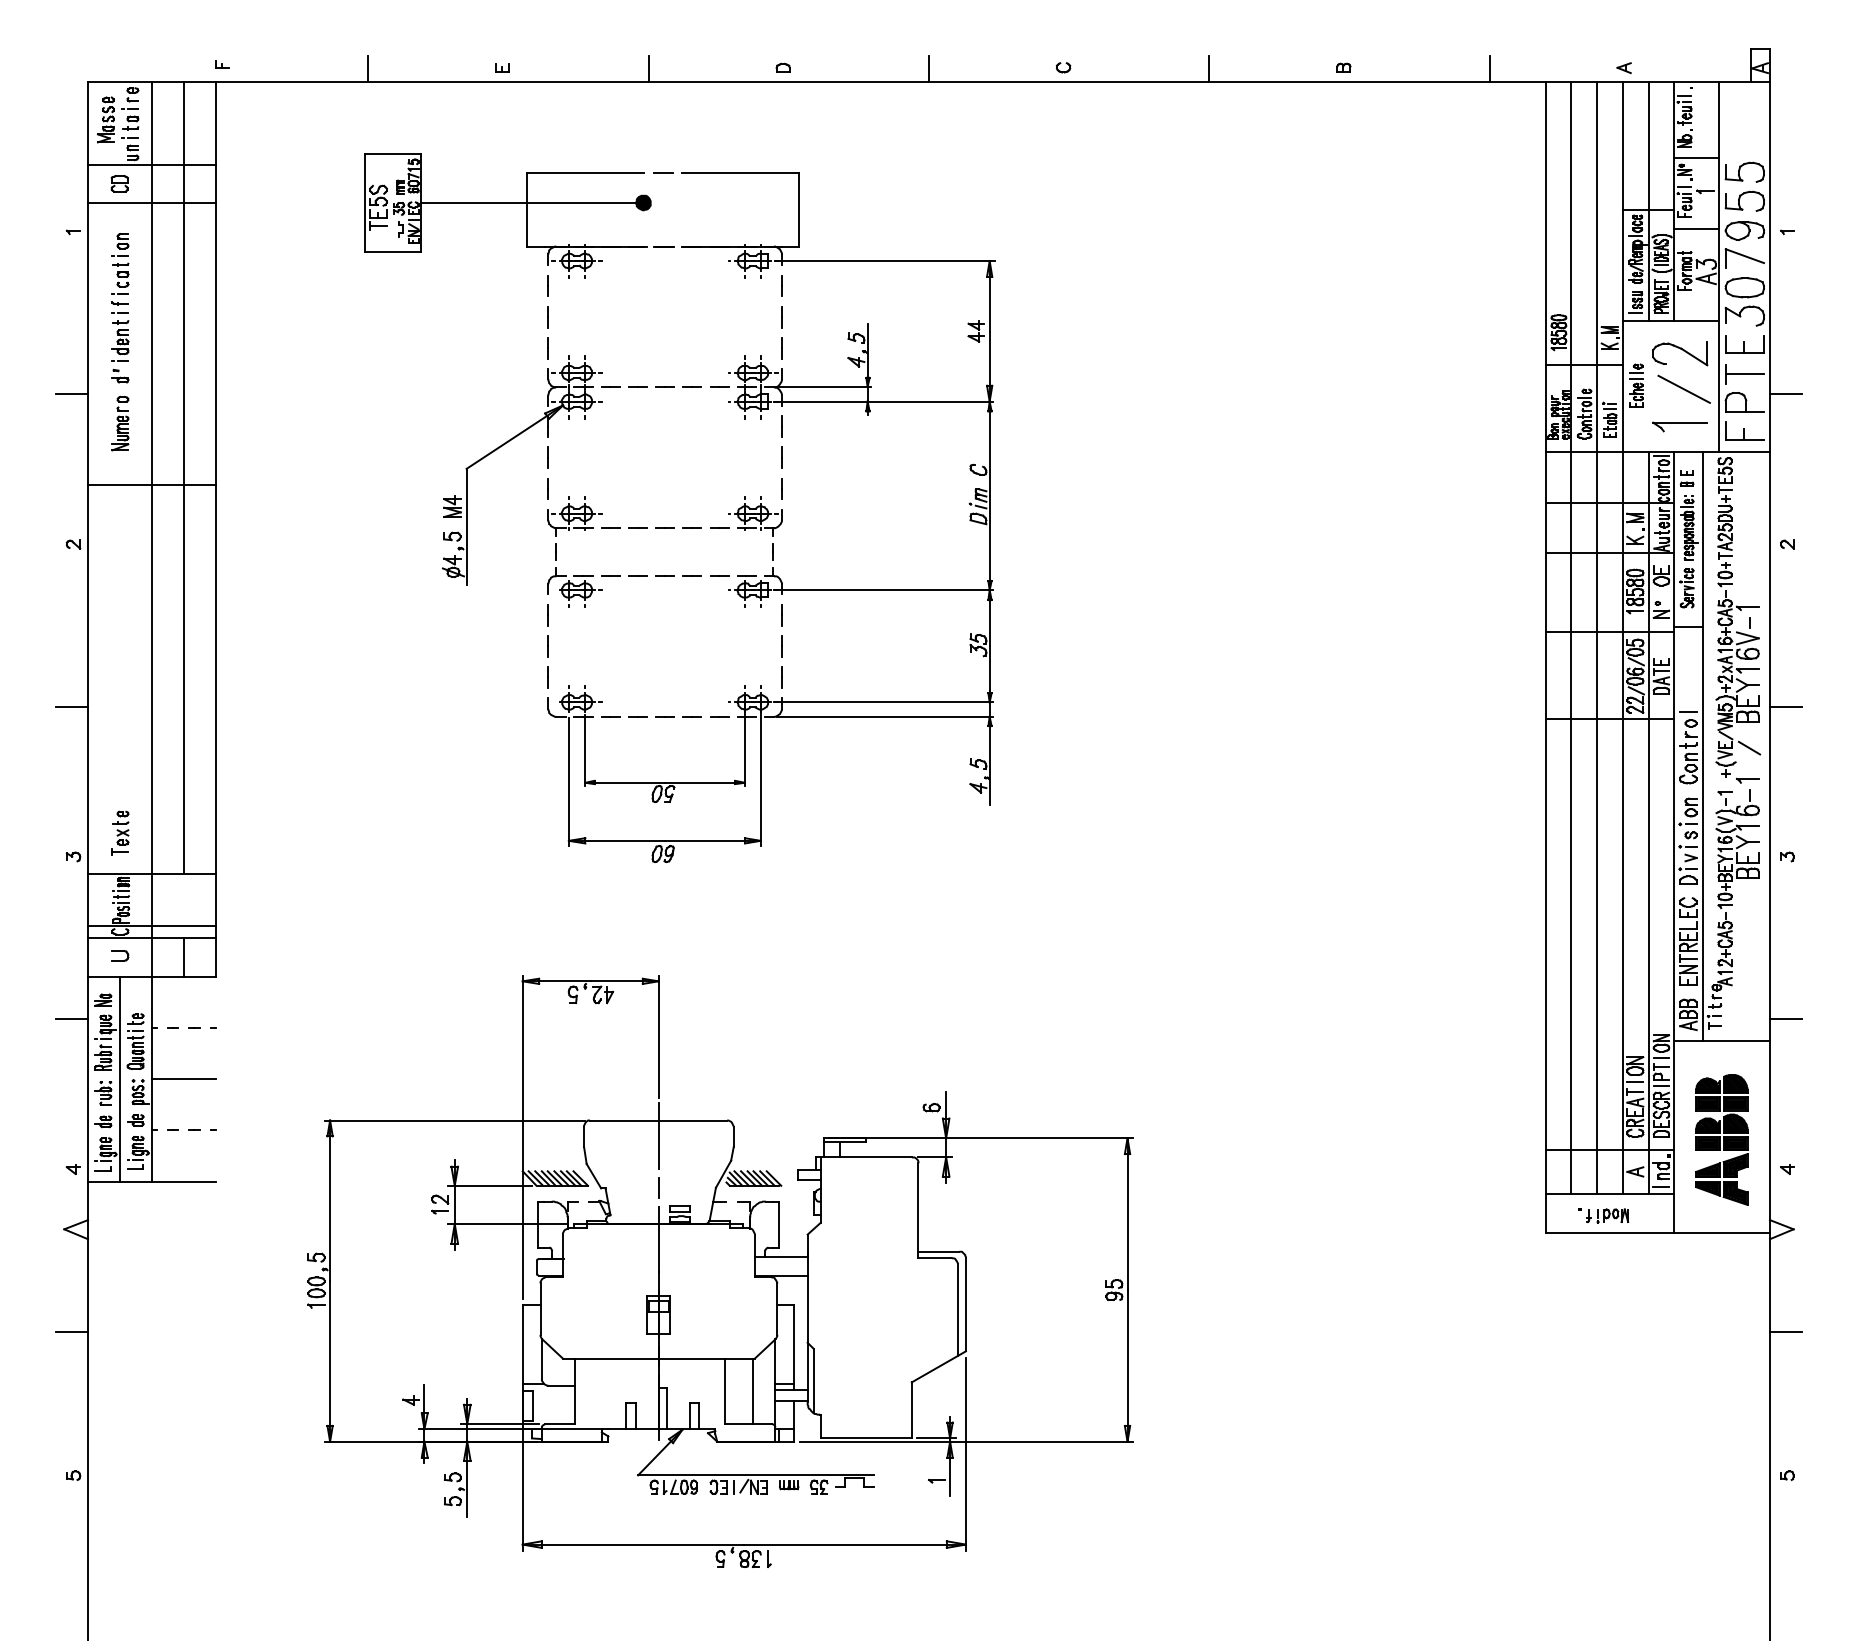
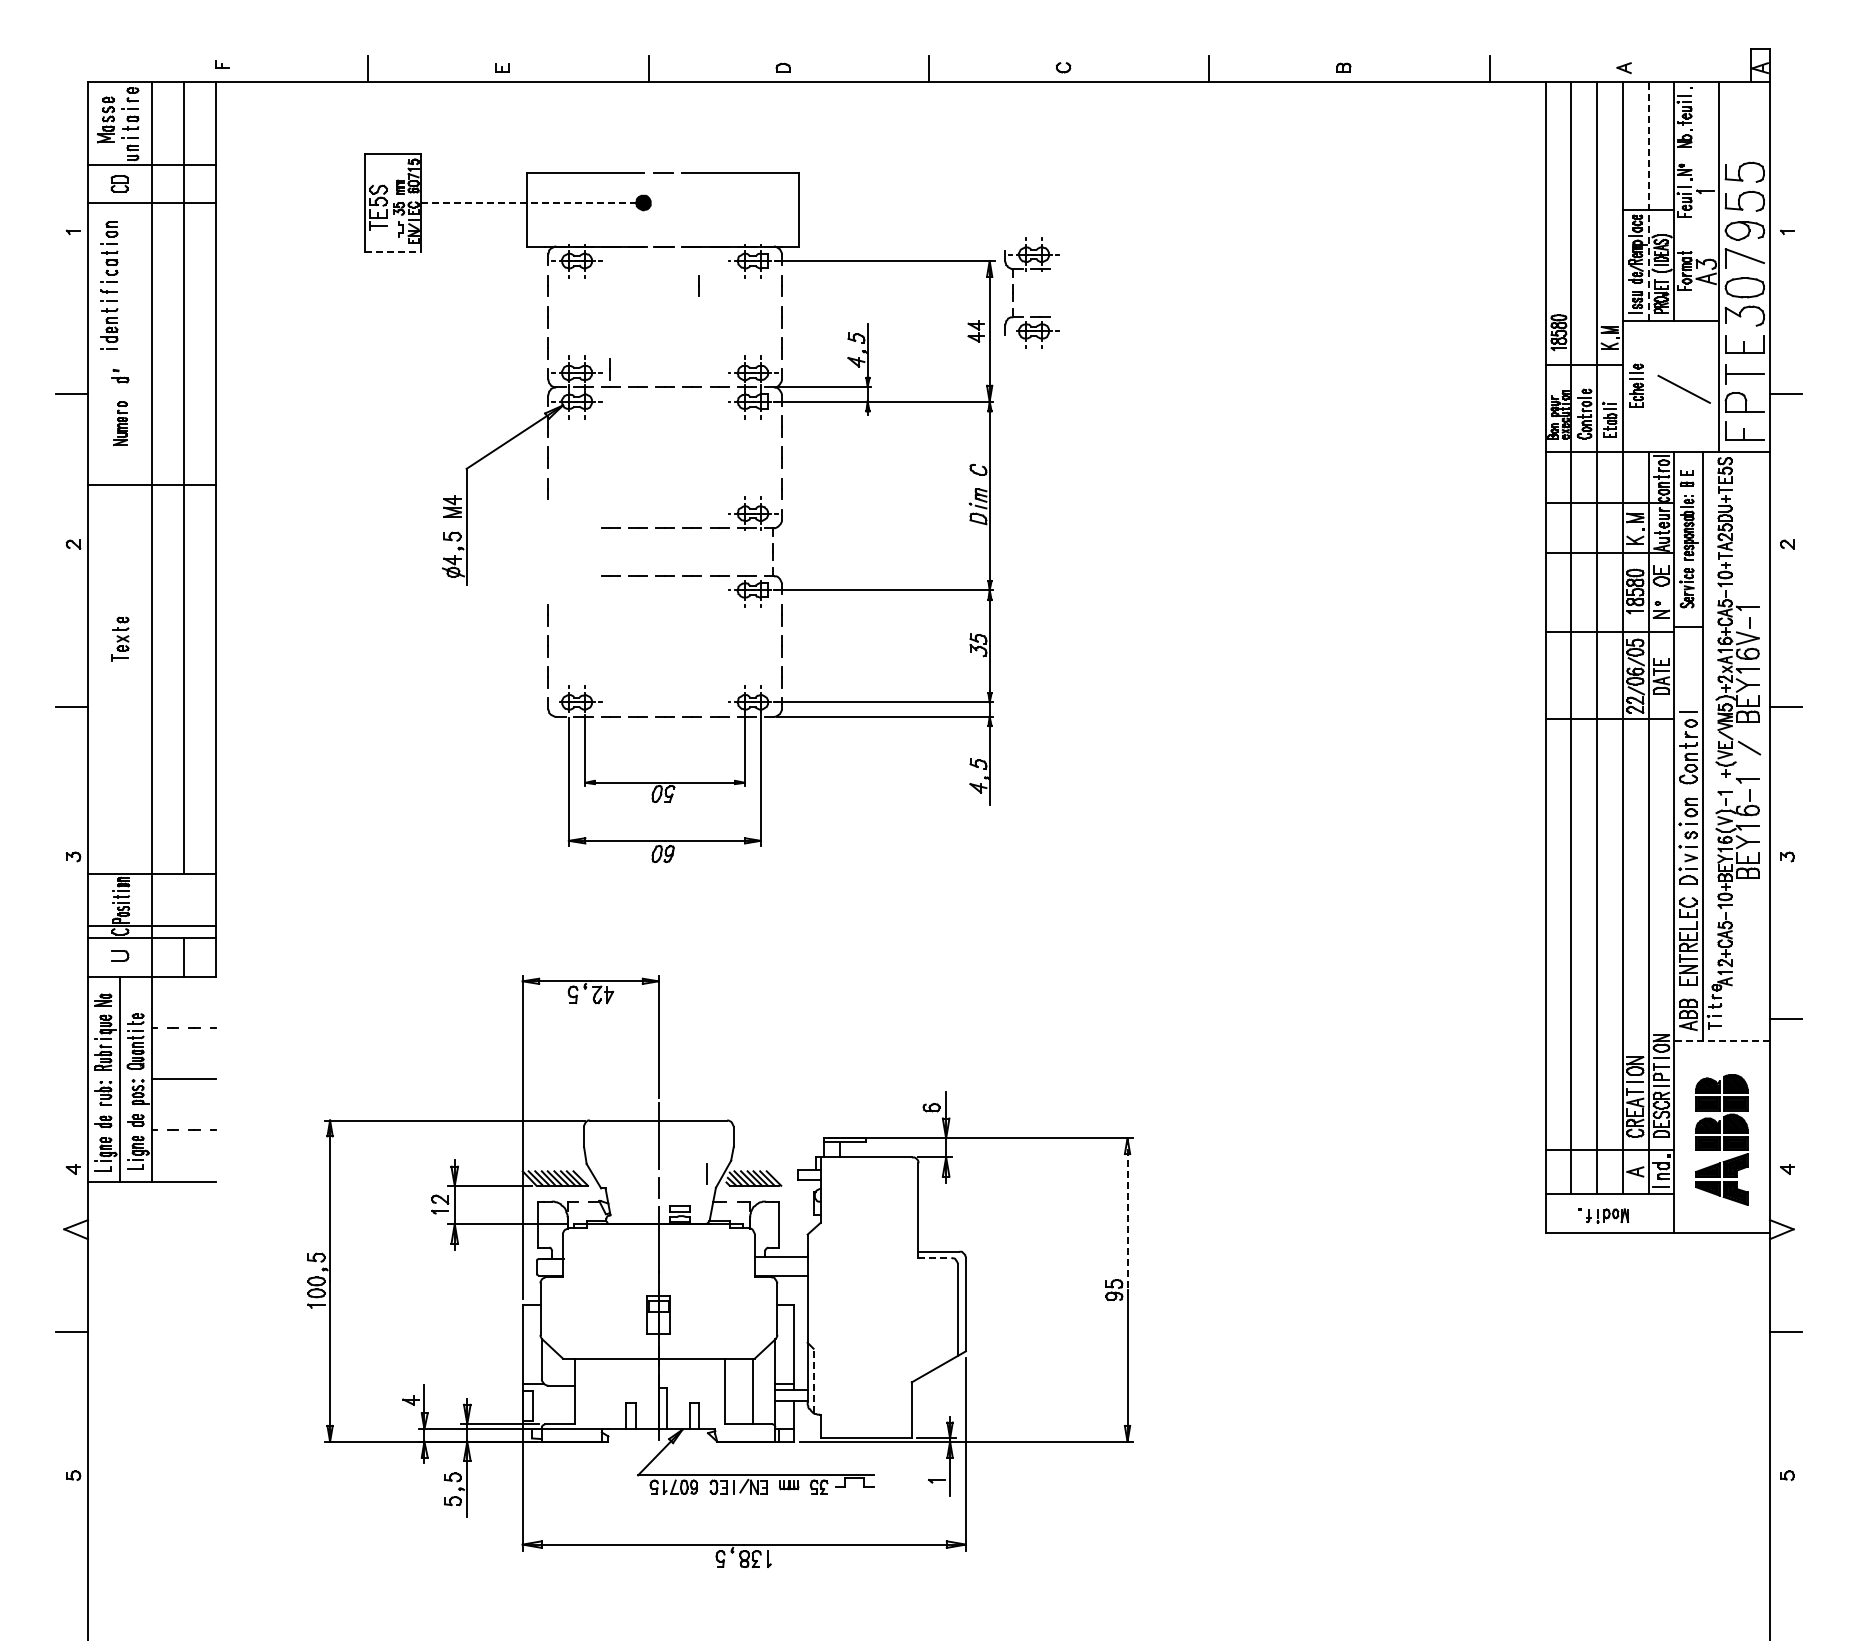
line at (1696, 158): present -> none
line at (1648, 201): solid -> dashed
line at (532, 203): solid -> dashed
line at (1696, 228): present -> none
line at (393, 251): solid -> dashed
line at (698, 285): none -> present
part at (120, 297) position: (120, 297) -> (109, 285)
part at (1680, 353): present -> none
line at (609, 369): none -> present
part at (120, 423) size: 19x57 px -> 15x45 px
part at (1679, 426): present -> none
part at (556, 551) position: (556, 551) -> (1013, 292)
part at (120, 832) position: (120, 832) -> (120, 638)
line at (71, 1018): present -> none
line at (1722, 1040): solid -> dashed
line at (706, 1173): none -> present
line at (1127, 1214): solid -> dashed
line at (935, 1257): solid -> dashed
line at (813, 1380): solid -> dashed
